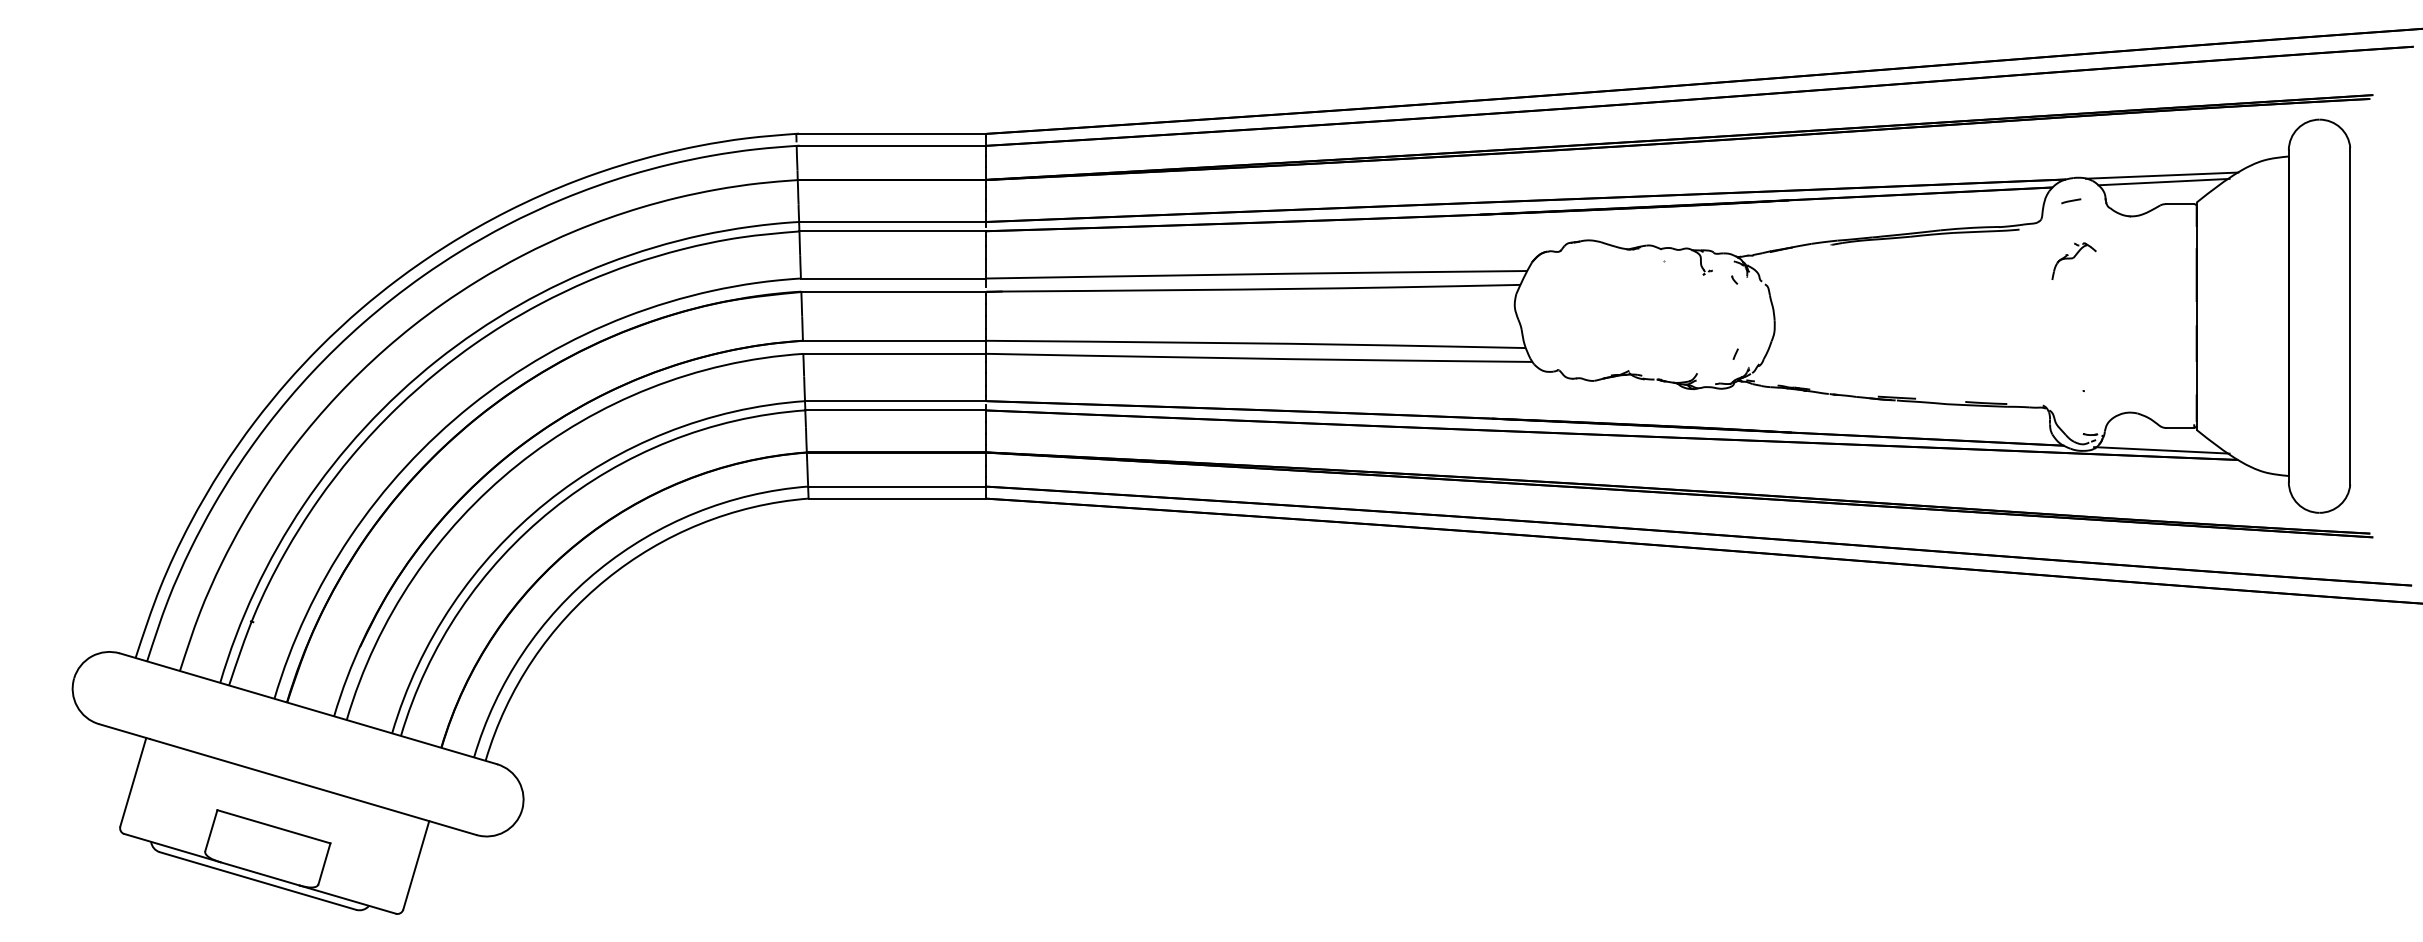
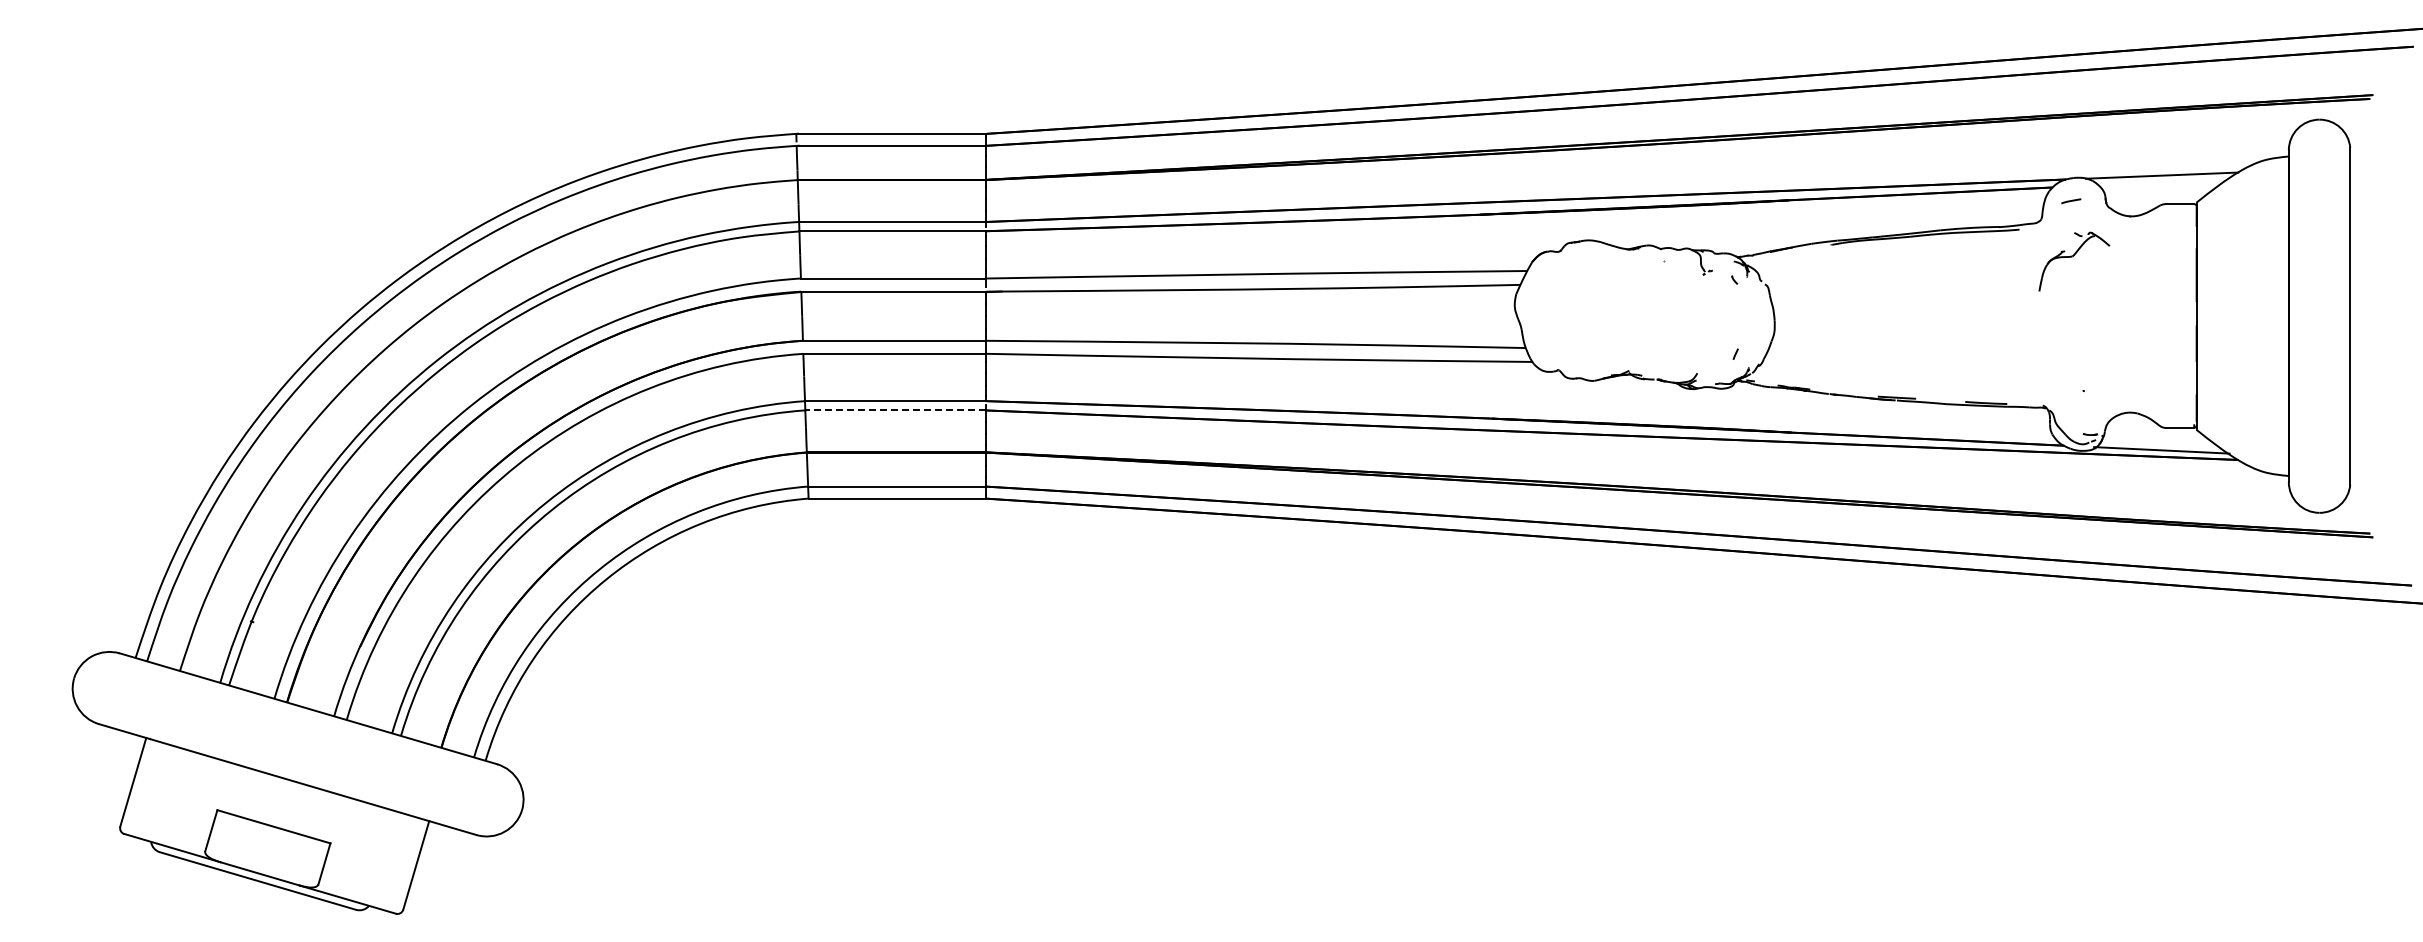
line at (2163, 181): present -> none
part at (2073, 260) size: 46x38 px -> 73x61 px
line at (895, 410): solid -> dashed
